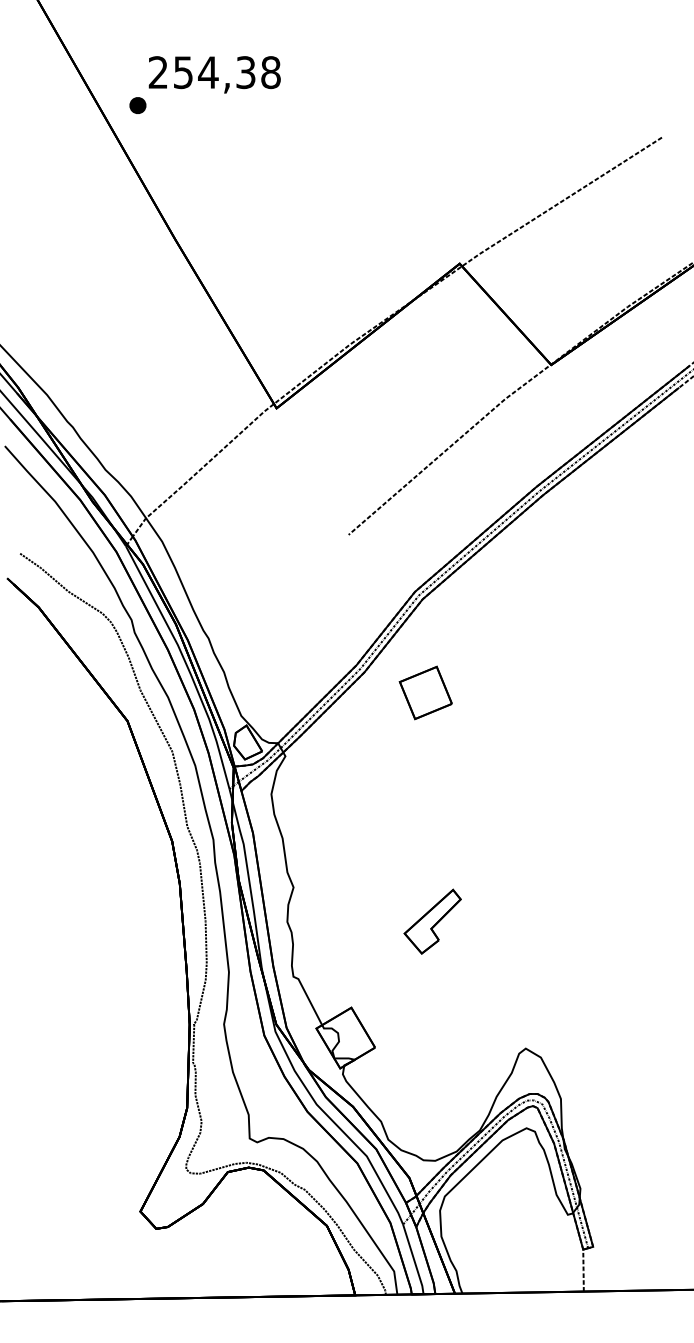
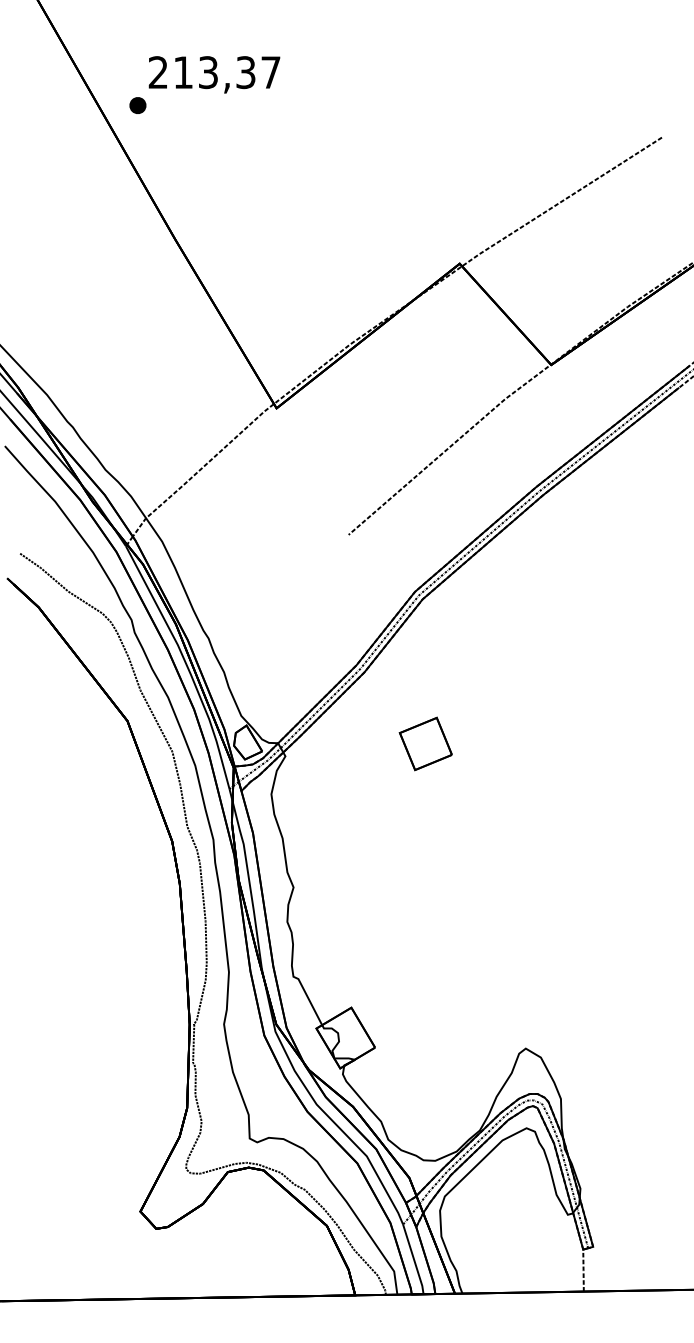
text at (227, 72): 254,38 -> 213,37
part at (425, 692) position: (425, 692) -> (425, 743)
part at (432, 921): present -> none
